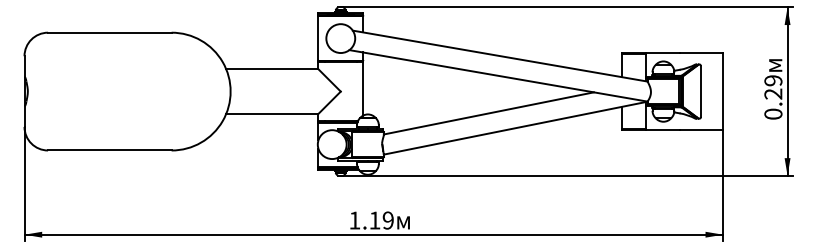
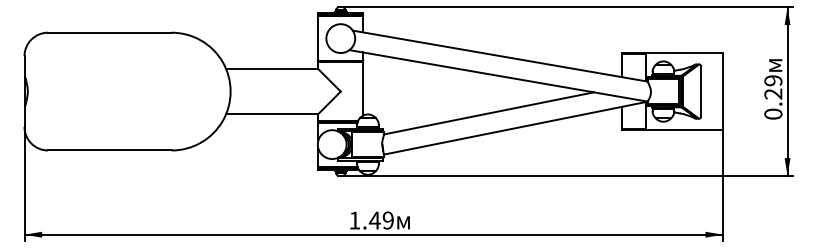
text at (374, 220): 1.19 -> 1.49
